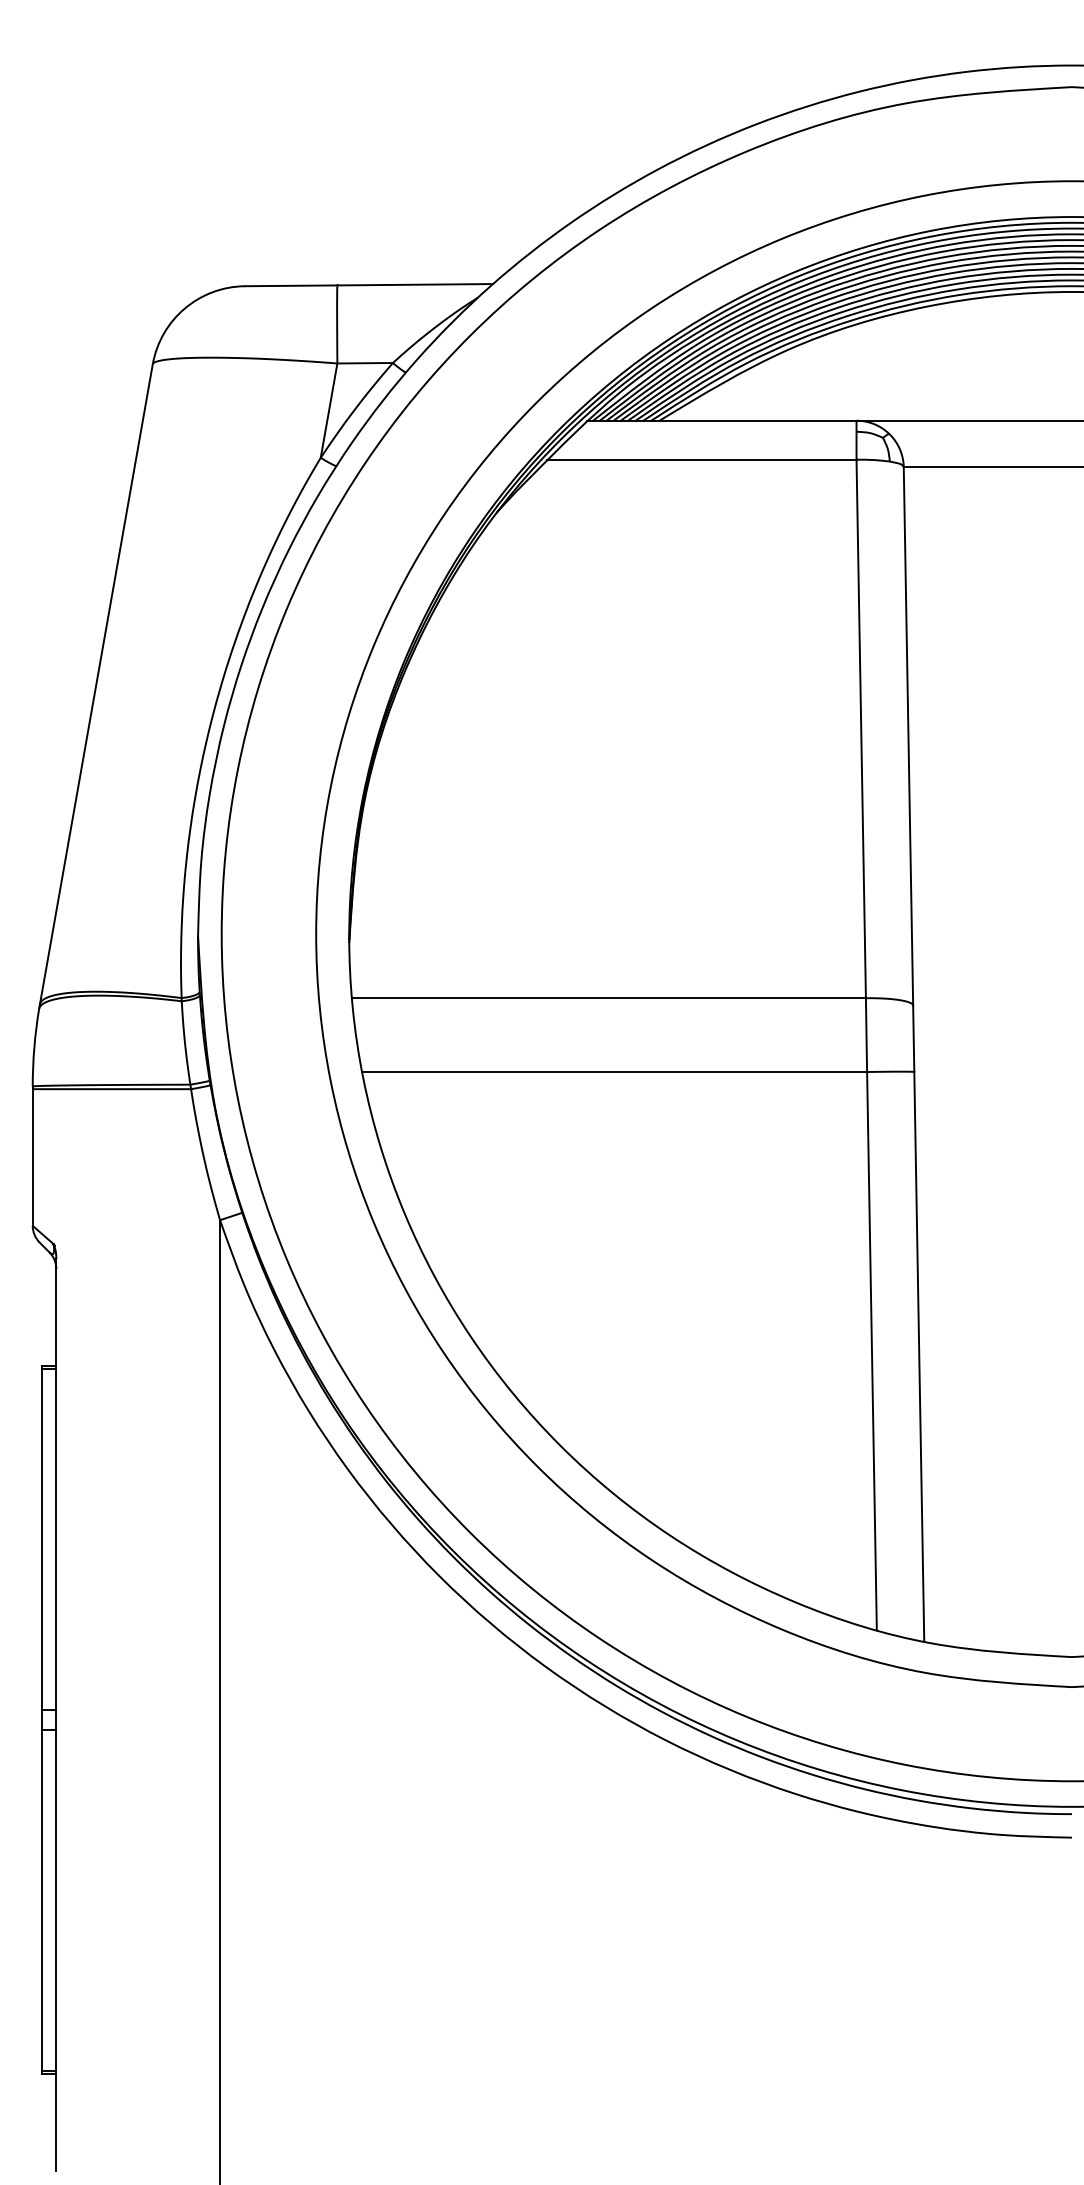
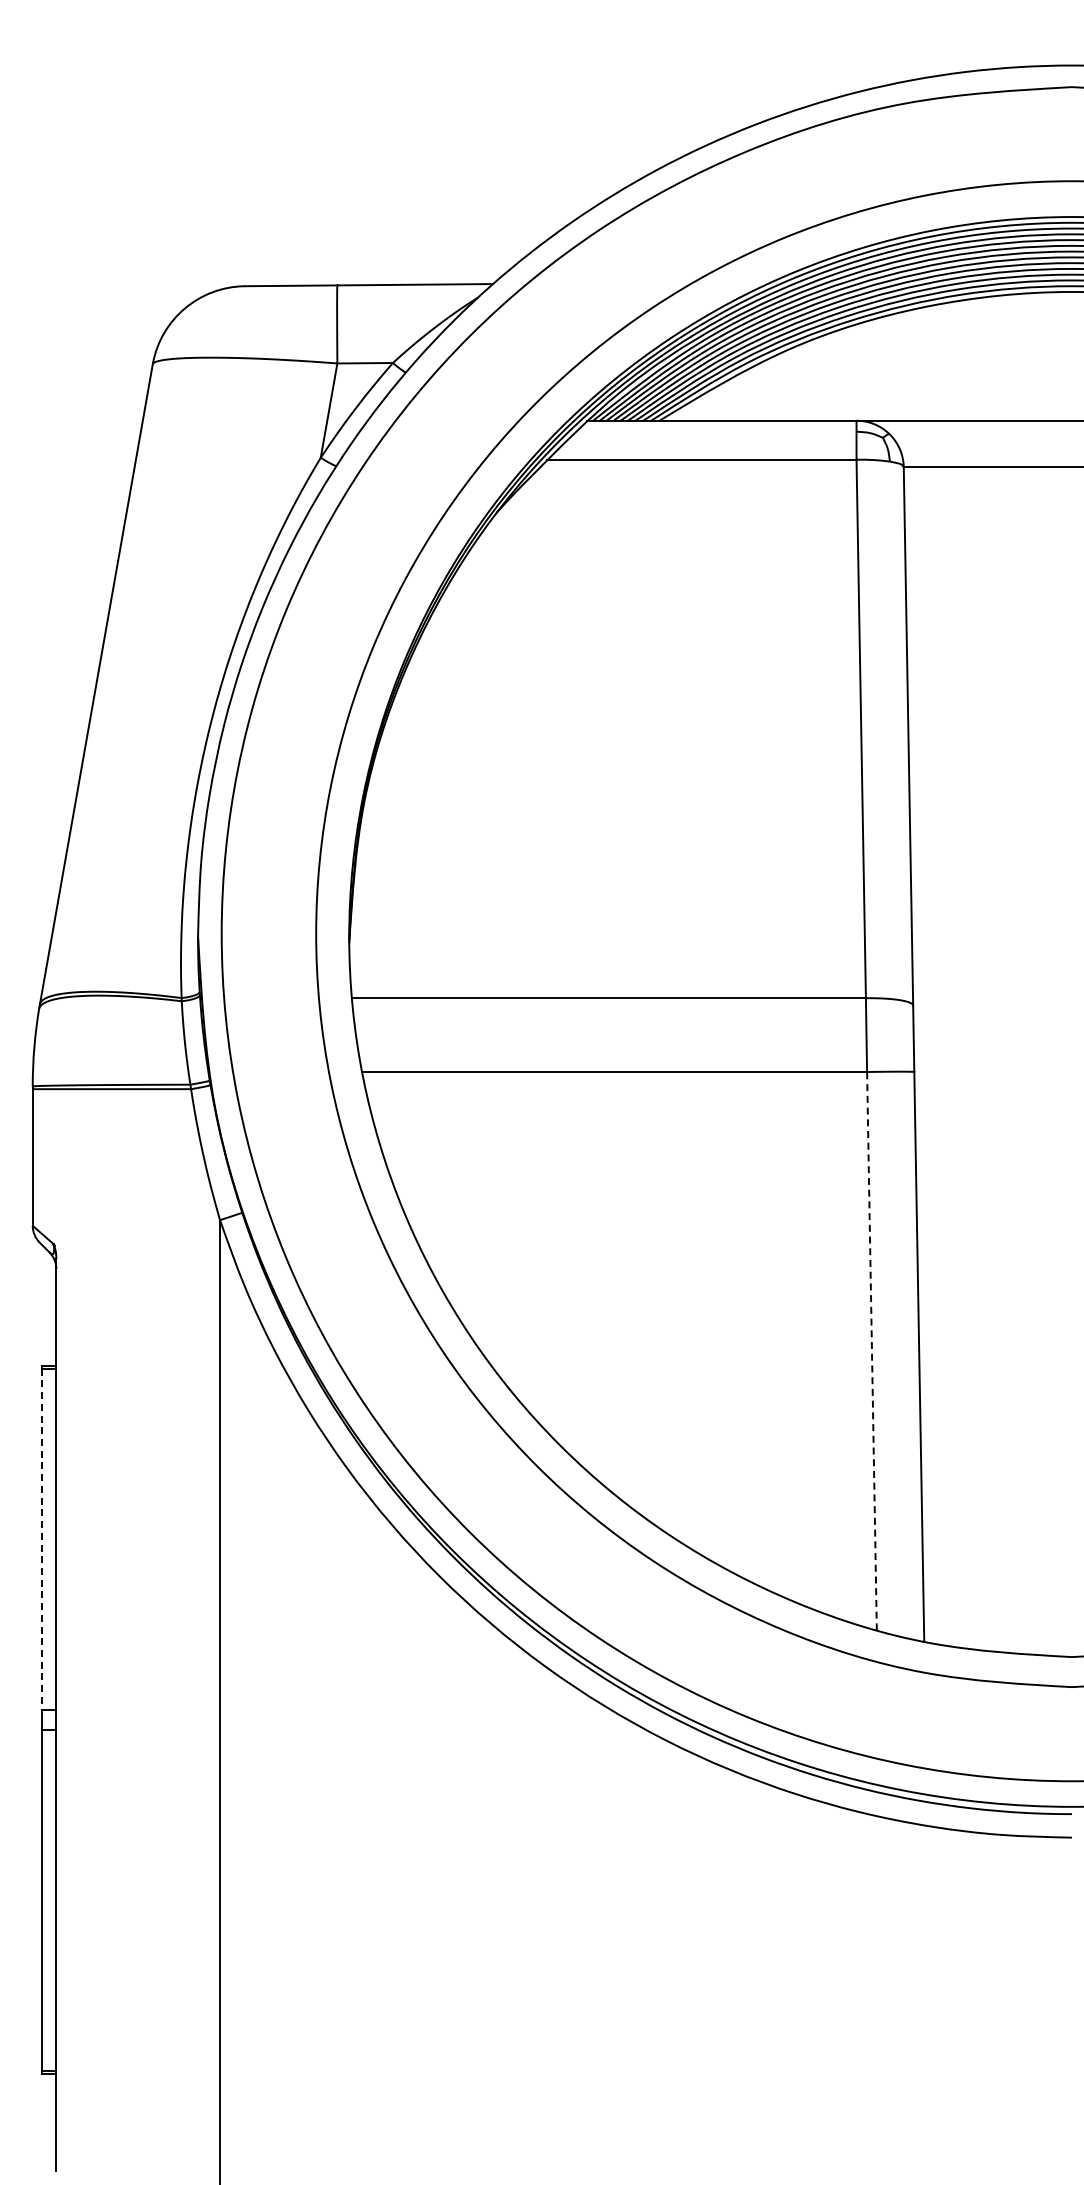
line at (871, 1350): solid -> dashed
line at (42, 1539): solid -> dashed
